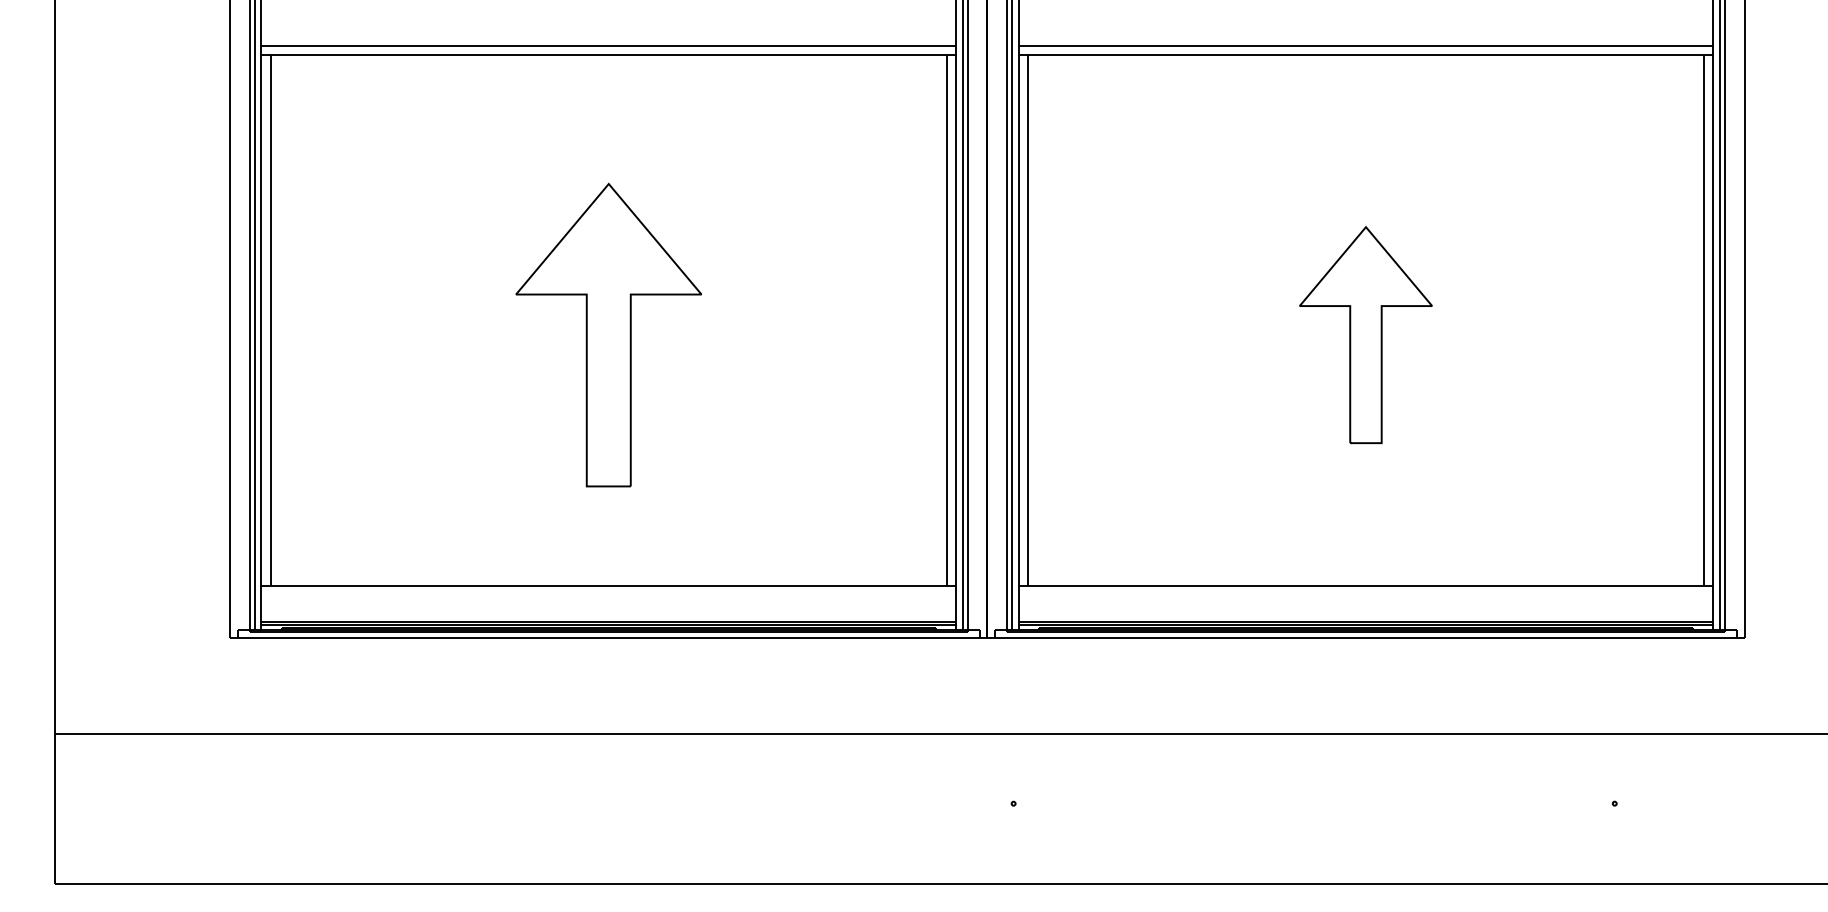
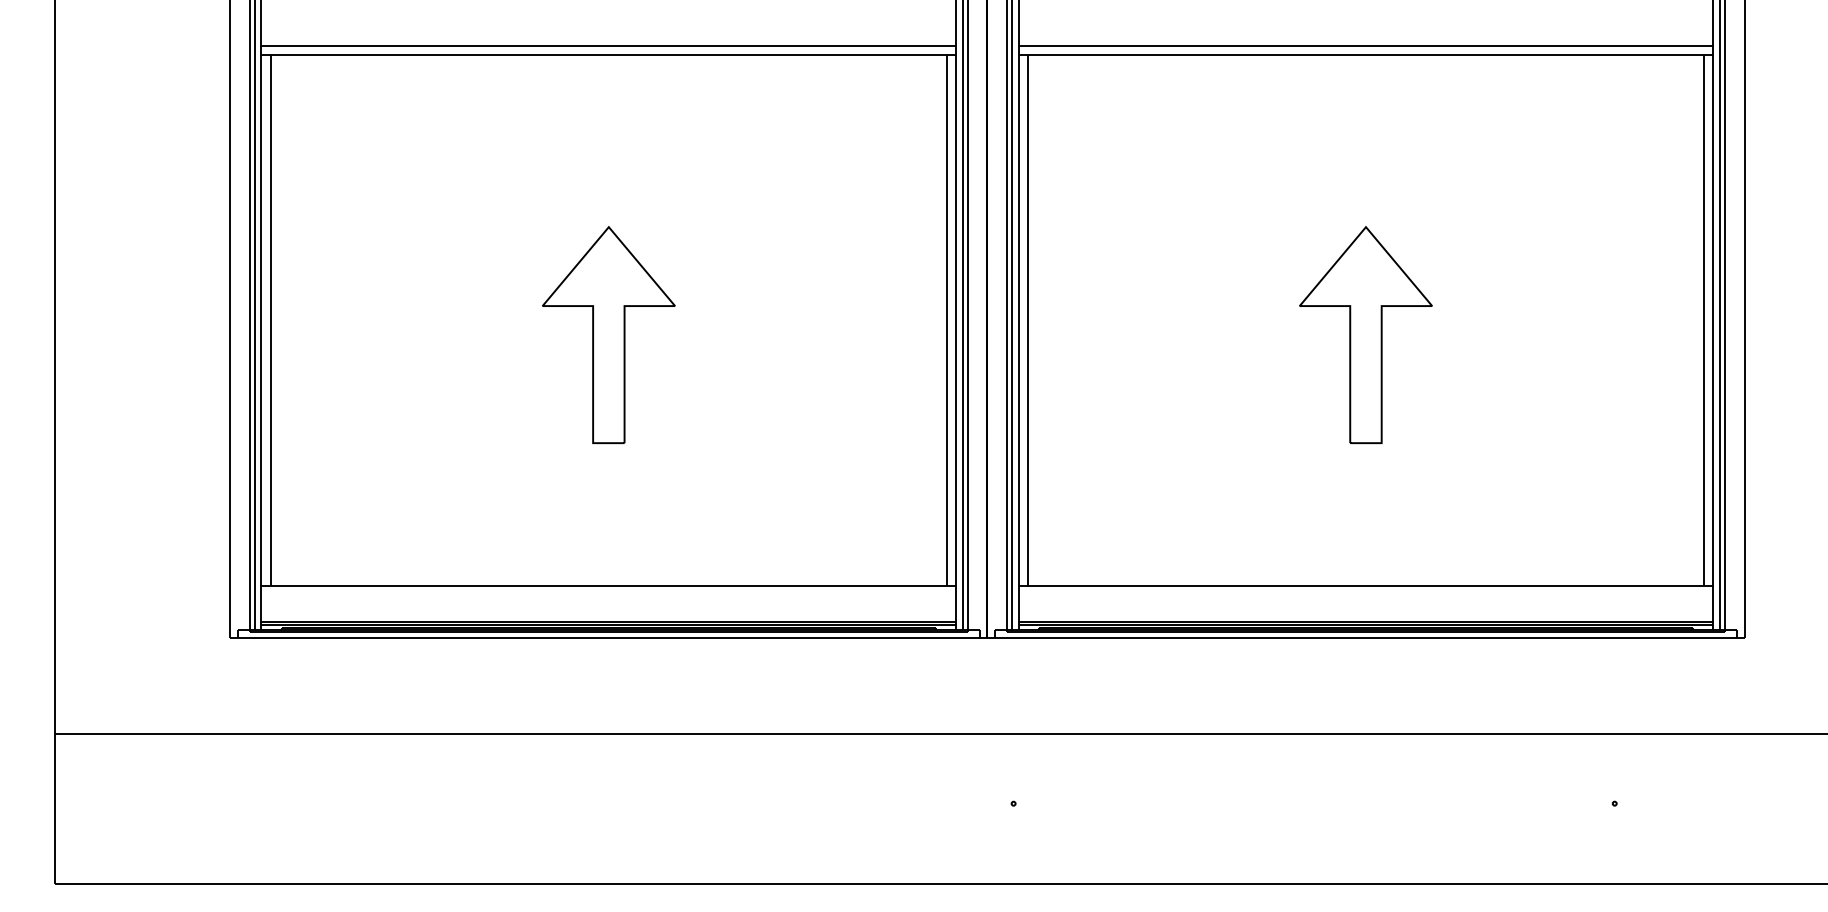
part at (608, 334) size: 187x306 px -> 134x218 px
